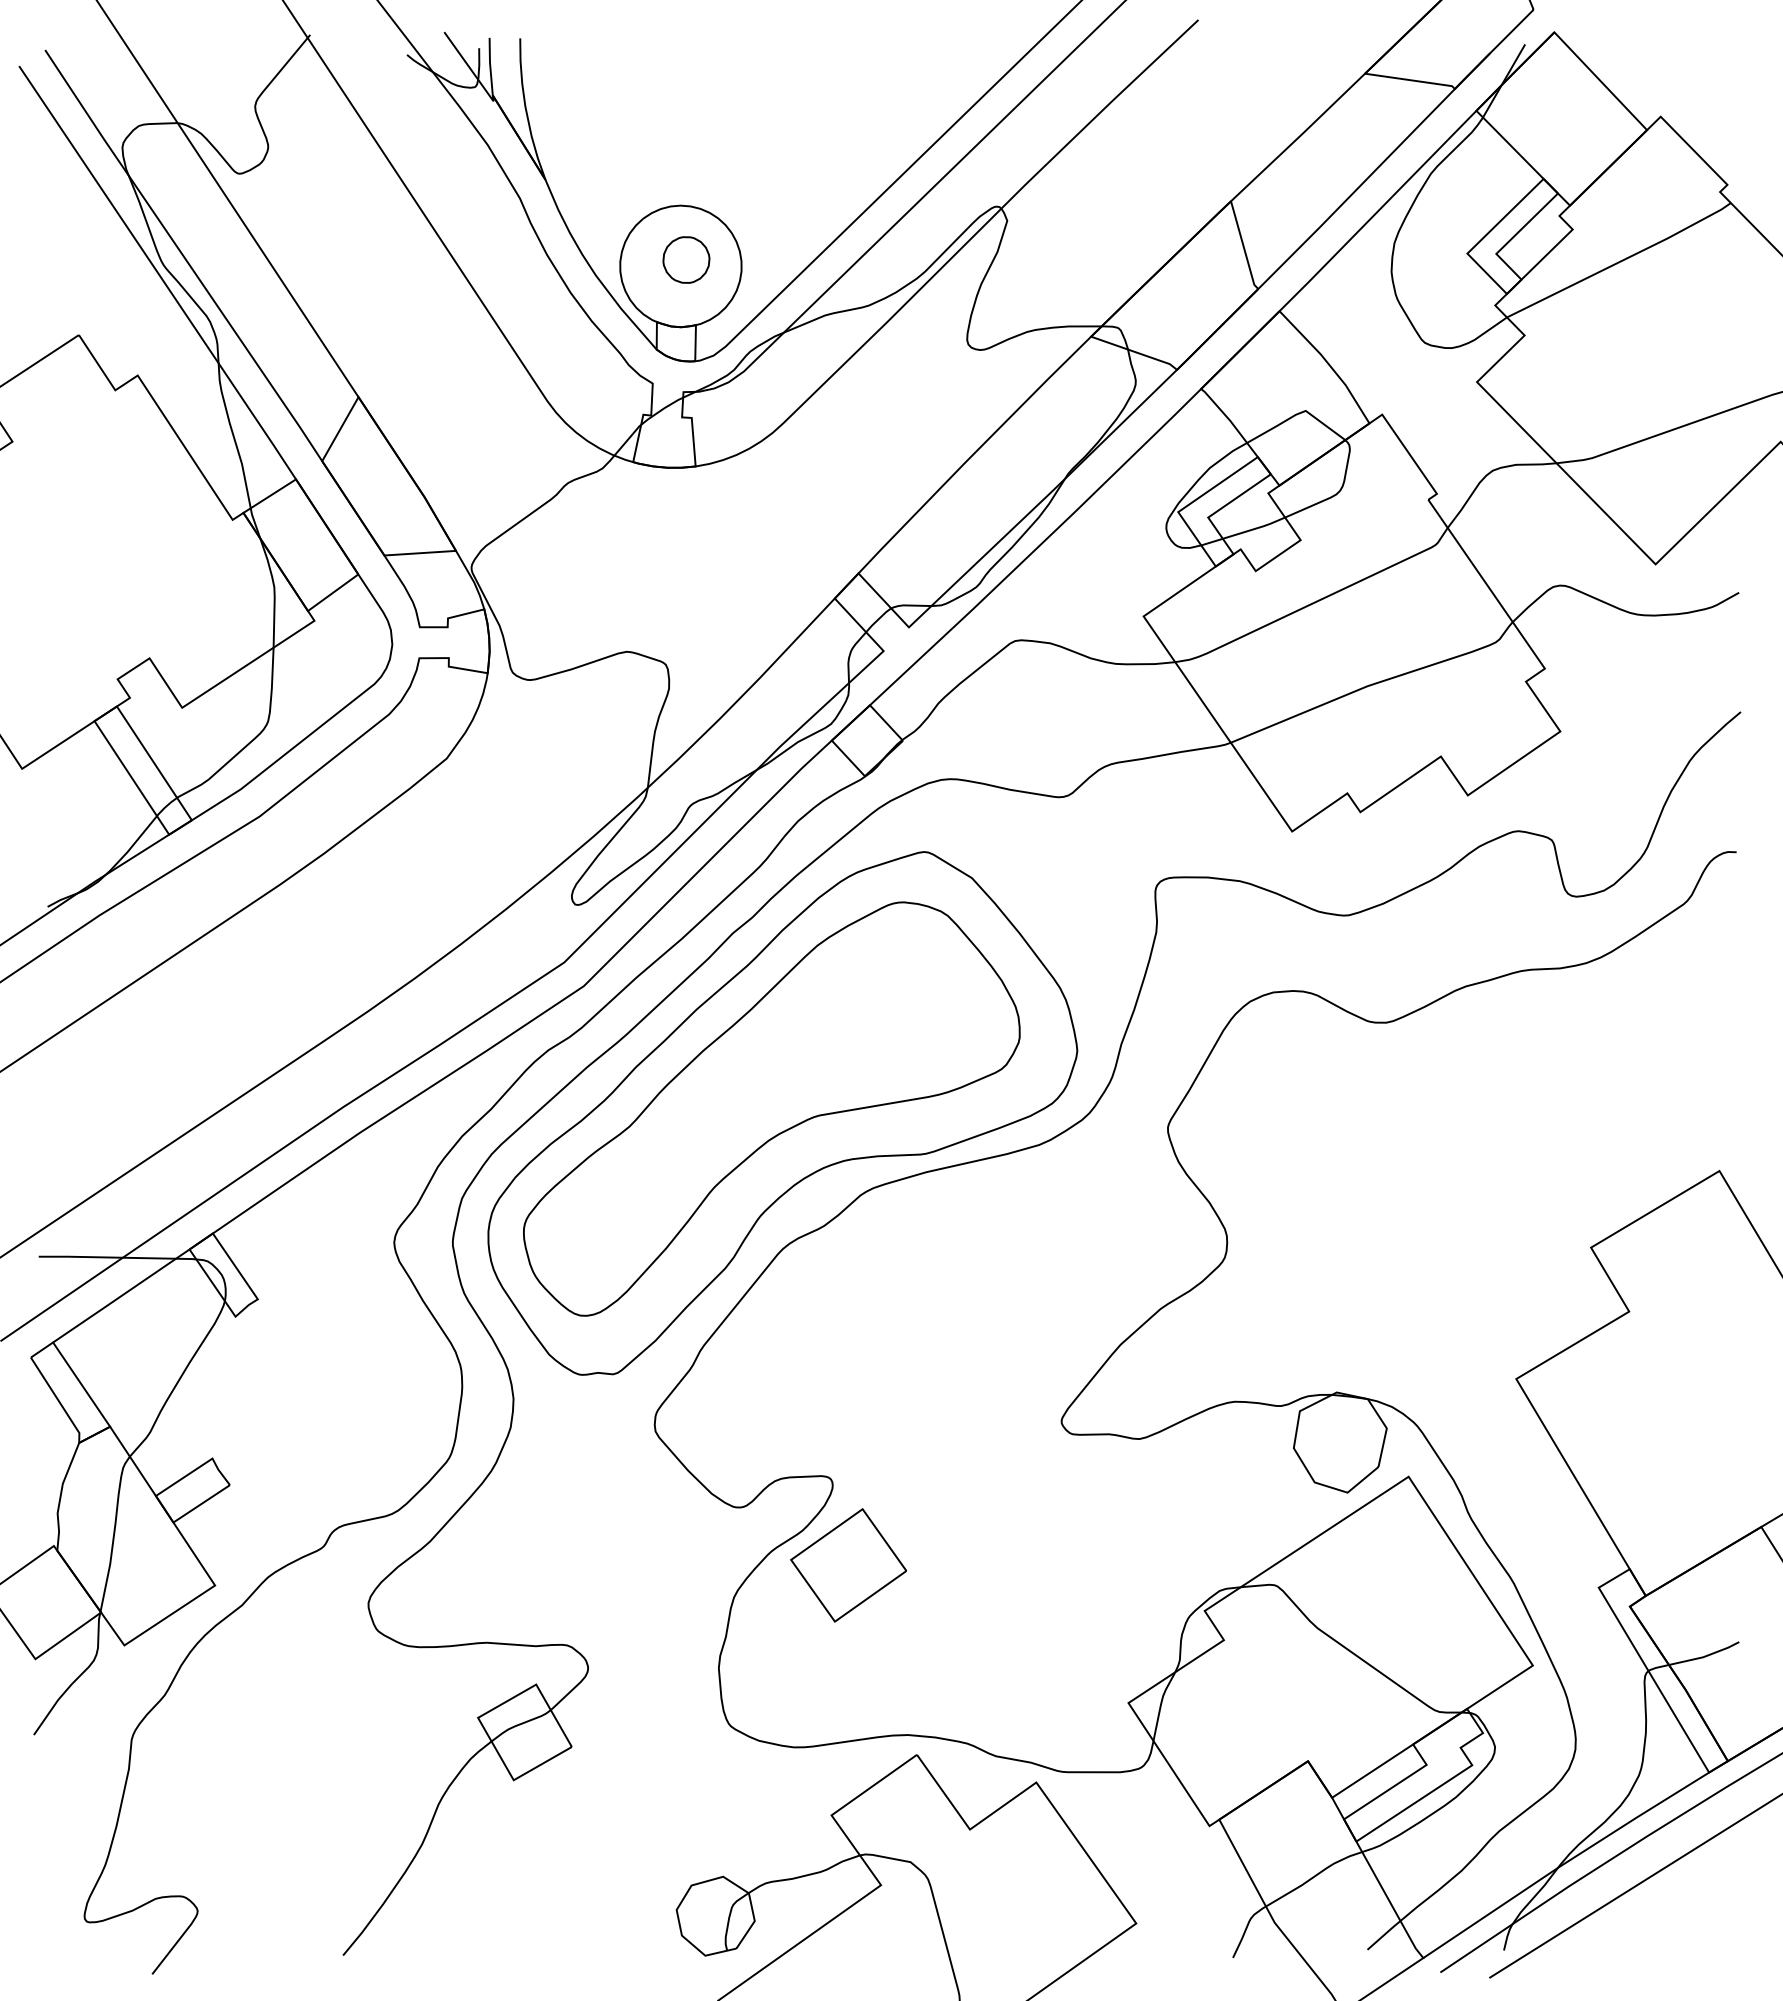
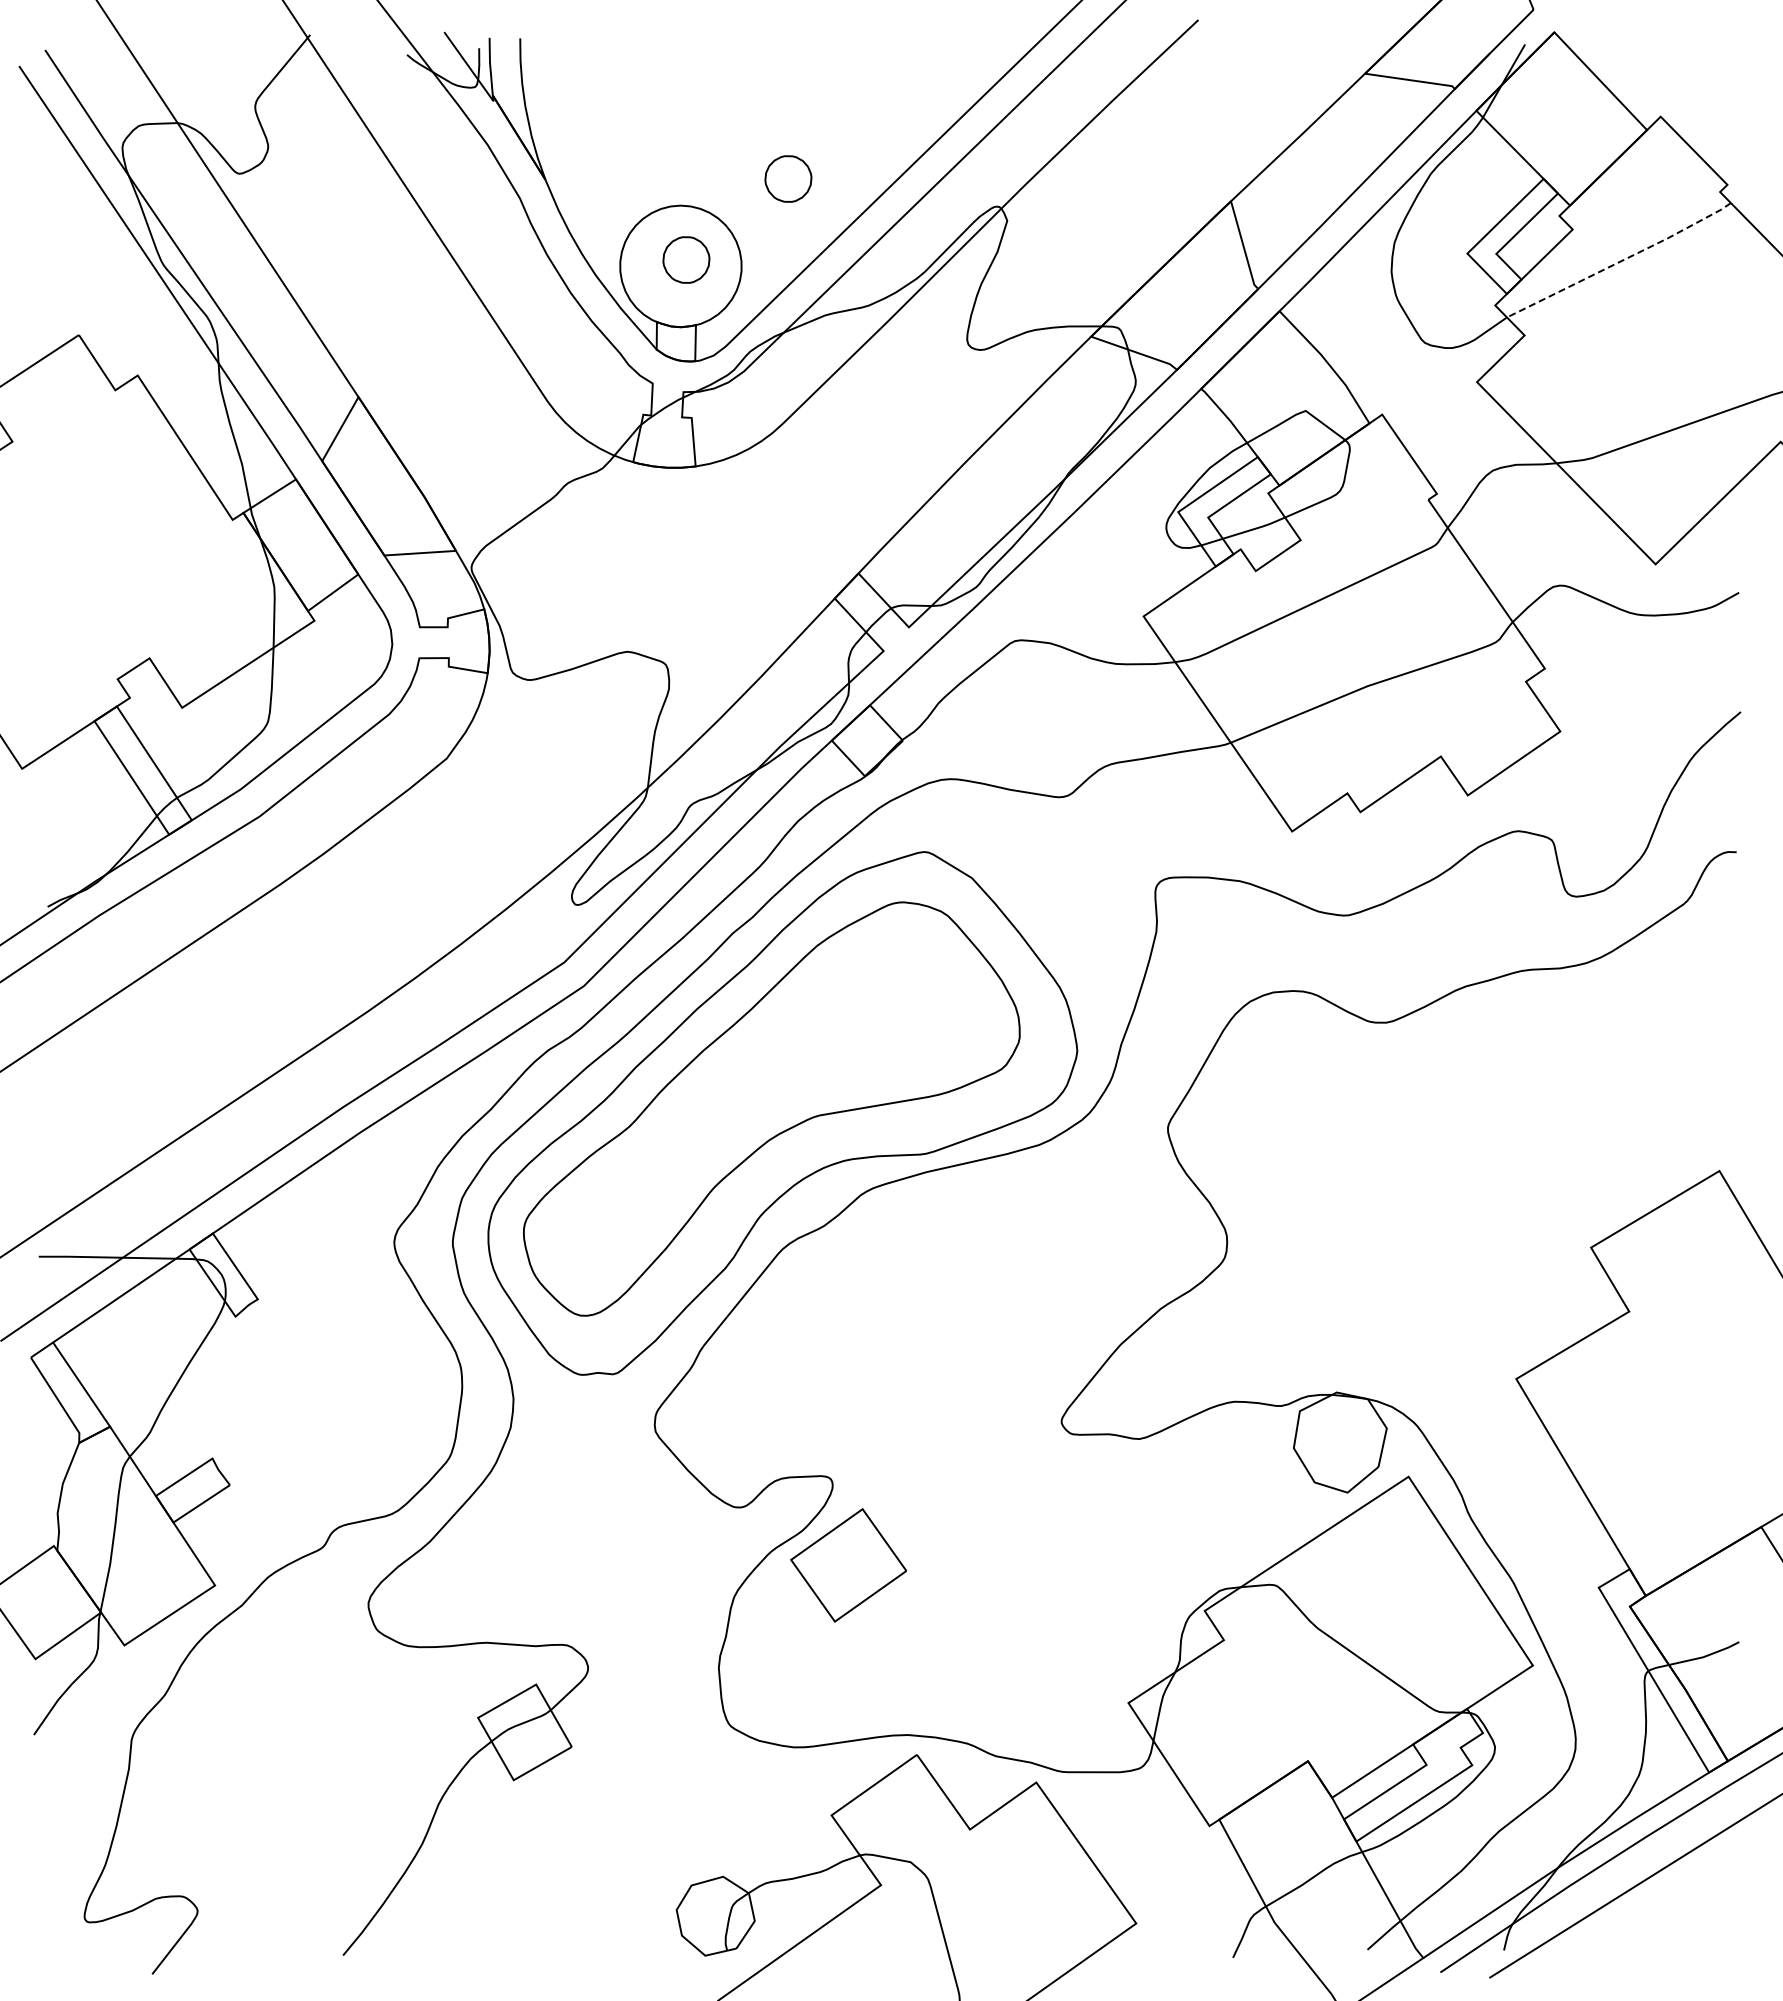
part at (788, 178): none -> present
line at (1620, 261): solid -> dashed
